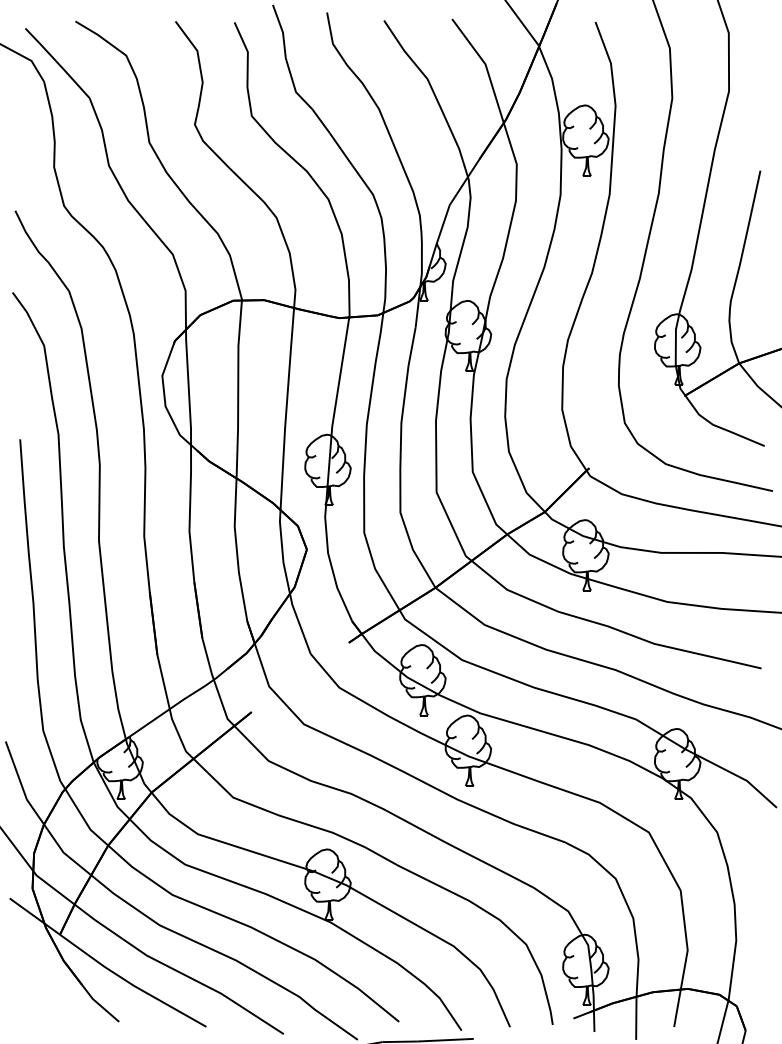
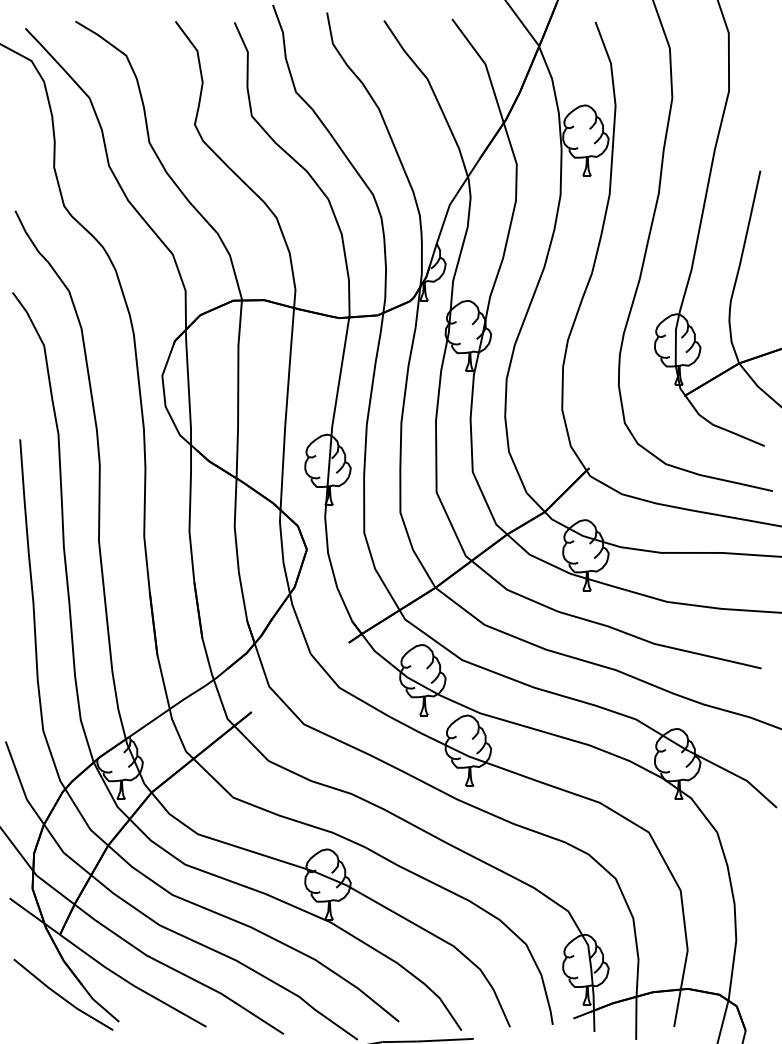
line at (62, 996): none -> present
